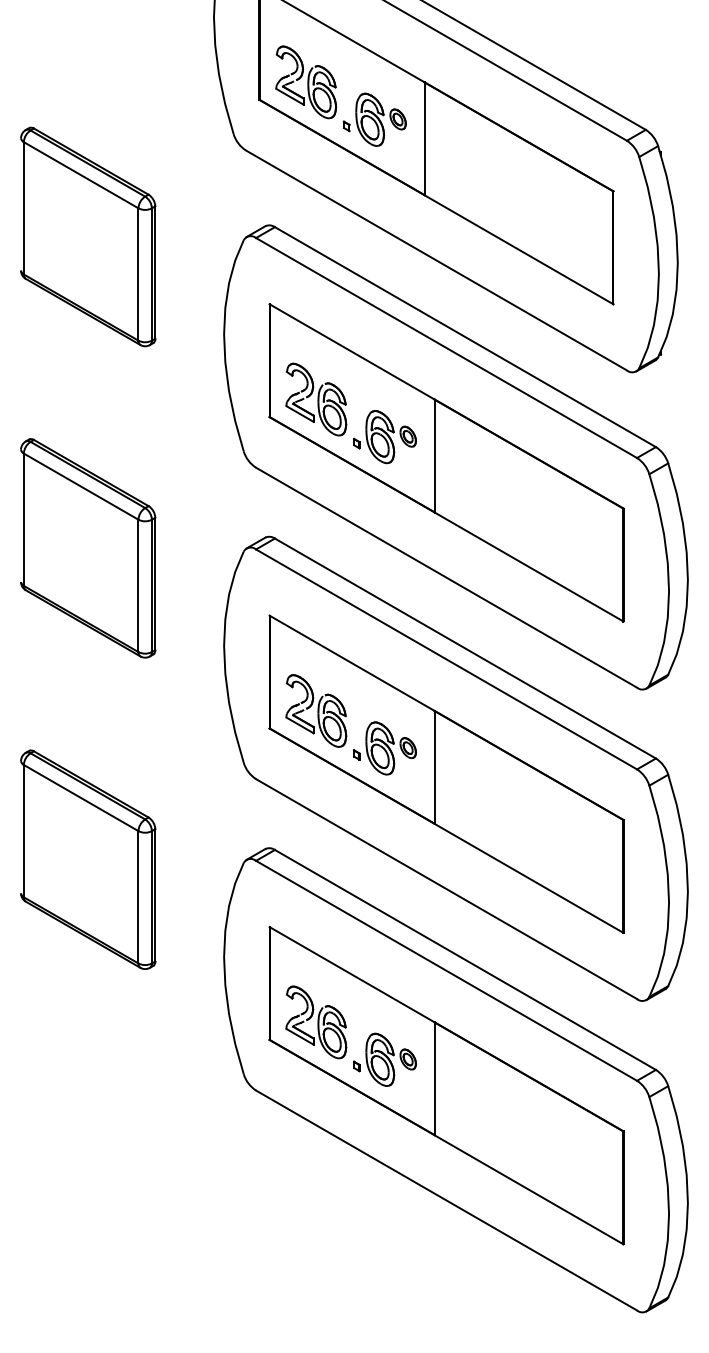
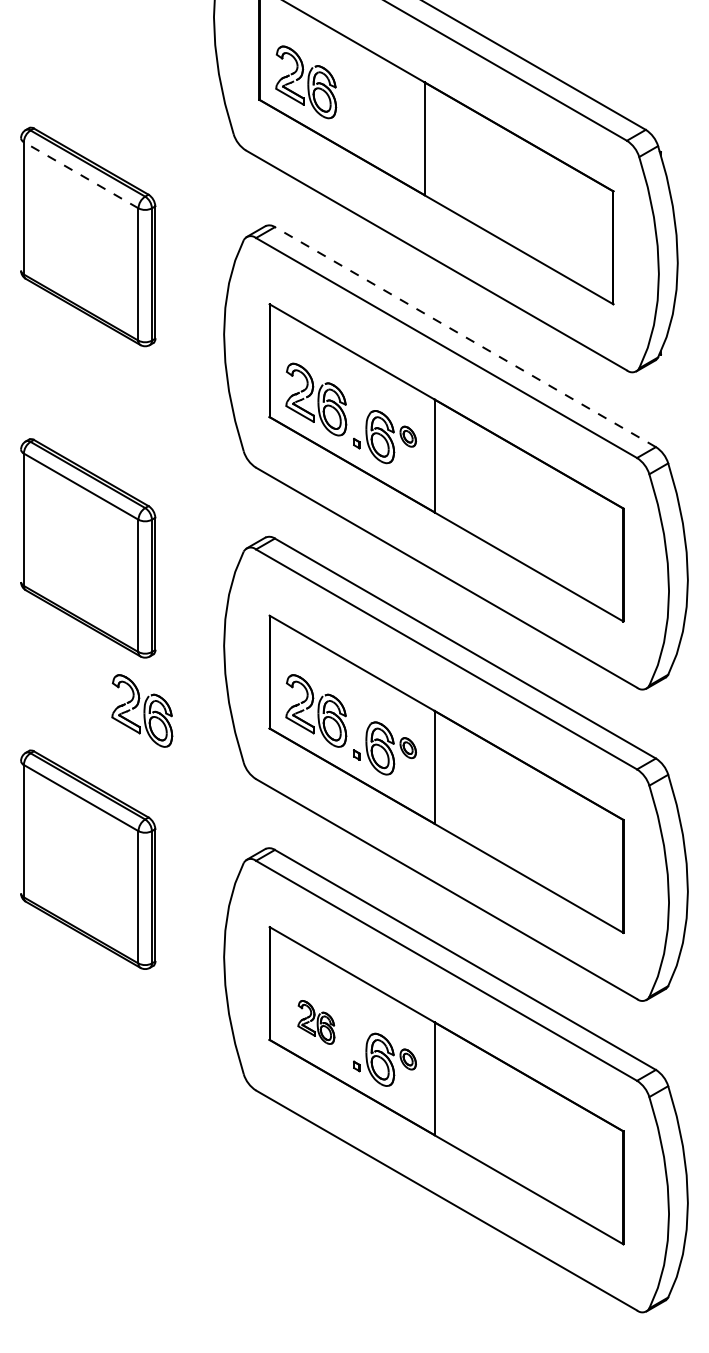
part at (374, 119): present -> none
line at (80, 174): solid -> dashed
line at (465, 337): solid -> dashed
part at (142, 710): none -> present
part at (316, 1022) size: 63x75 px -> 39x45 px
